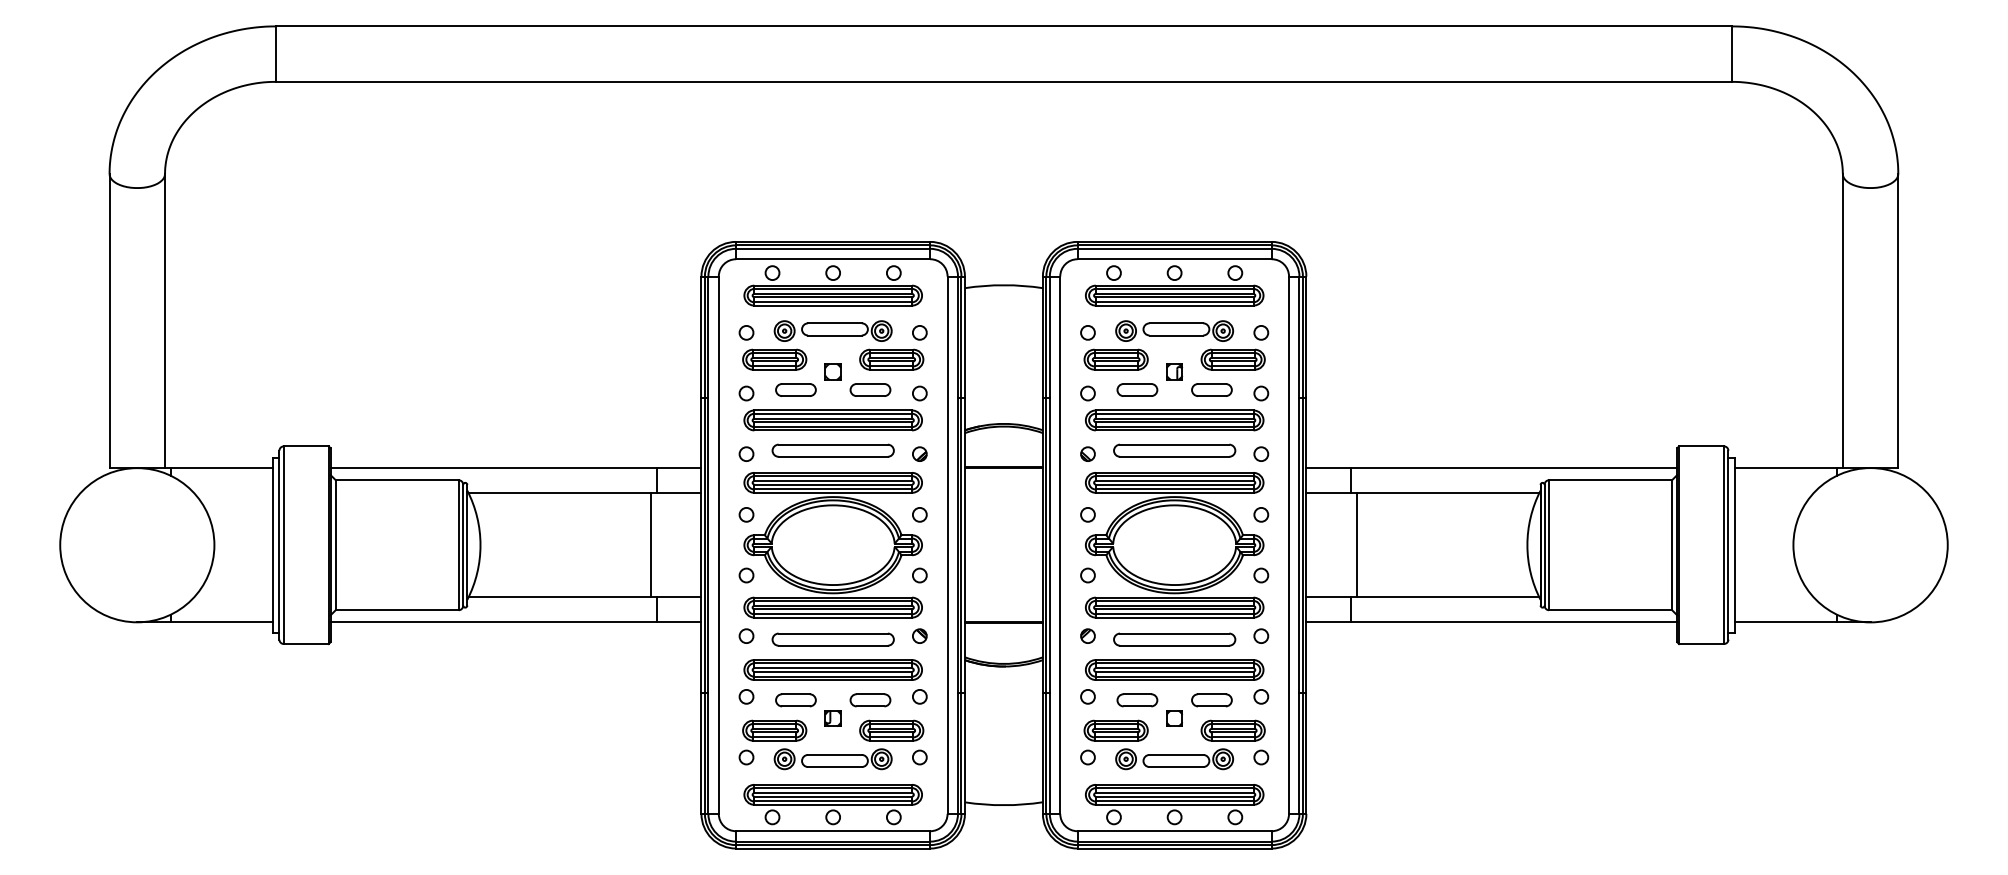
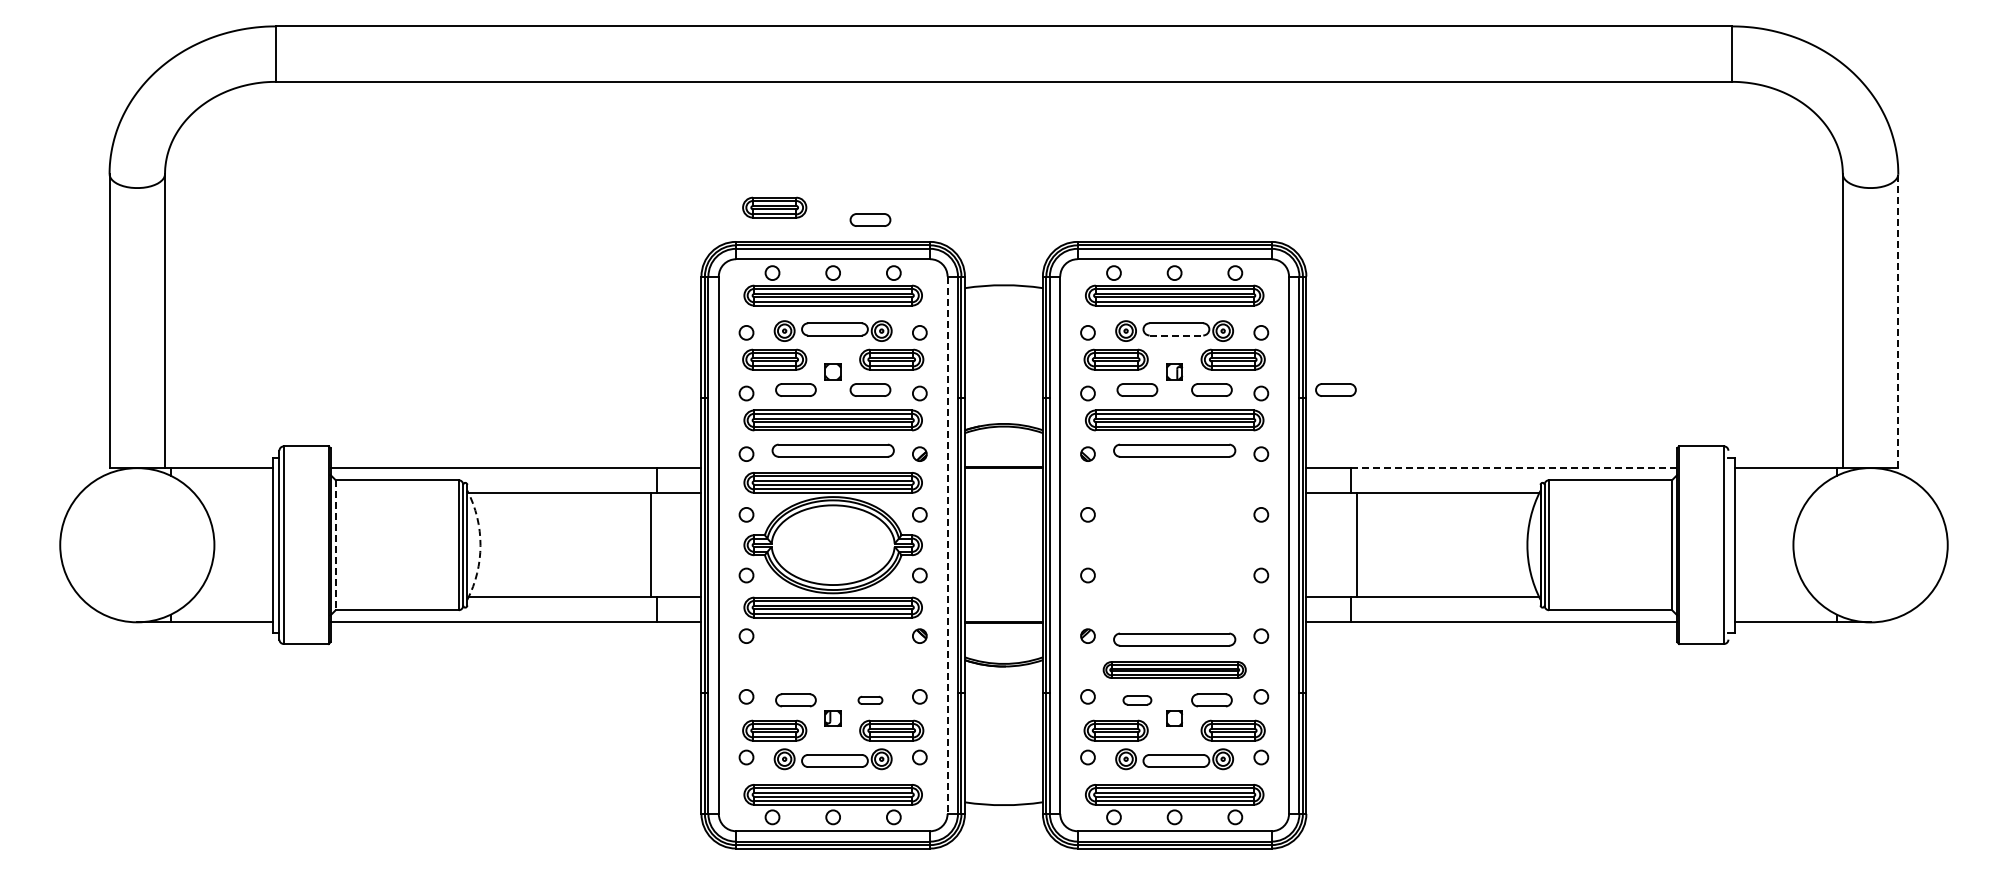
part at (774, 207): none -> present
part at (870, 219): none -> present
line at (1898, 321): solid -> dashed
line at (1176, 335): solid -> dashed
part at (1335, 389): none -> present
line at (1513, 468): solid -> dashed
line at (1728, 544): present -> none
line at (335, 545): solid -> dashed
arc at (480, 545): solid -> dashed
line at (947, 545): solid -> dashed
part at (1174, 545): present -> none
part at (832, 639): present -> none
part at (832, 669): present -> none
part at (1174, 669) size: 180x22 px -> 145x18 px
part at (870, 700) size: 43x15 px -> 27x10 px
part at (1137, 700) size: 43x15 px -> 31x11 px
